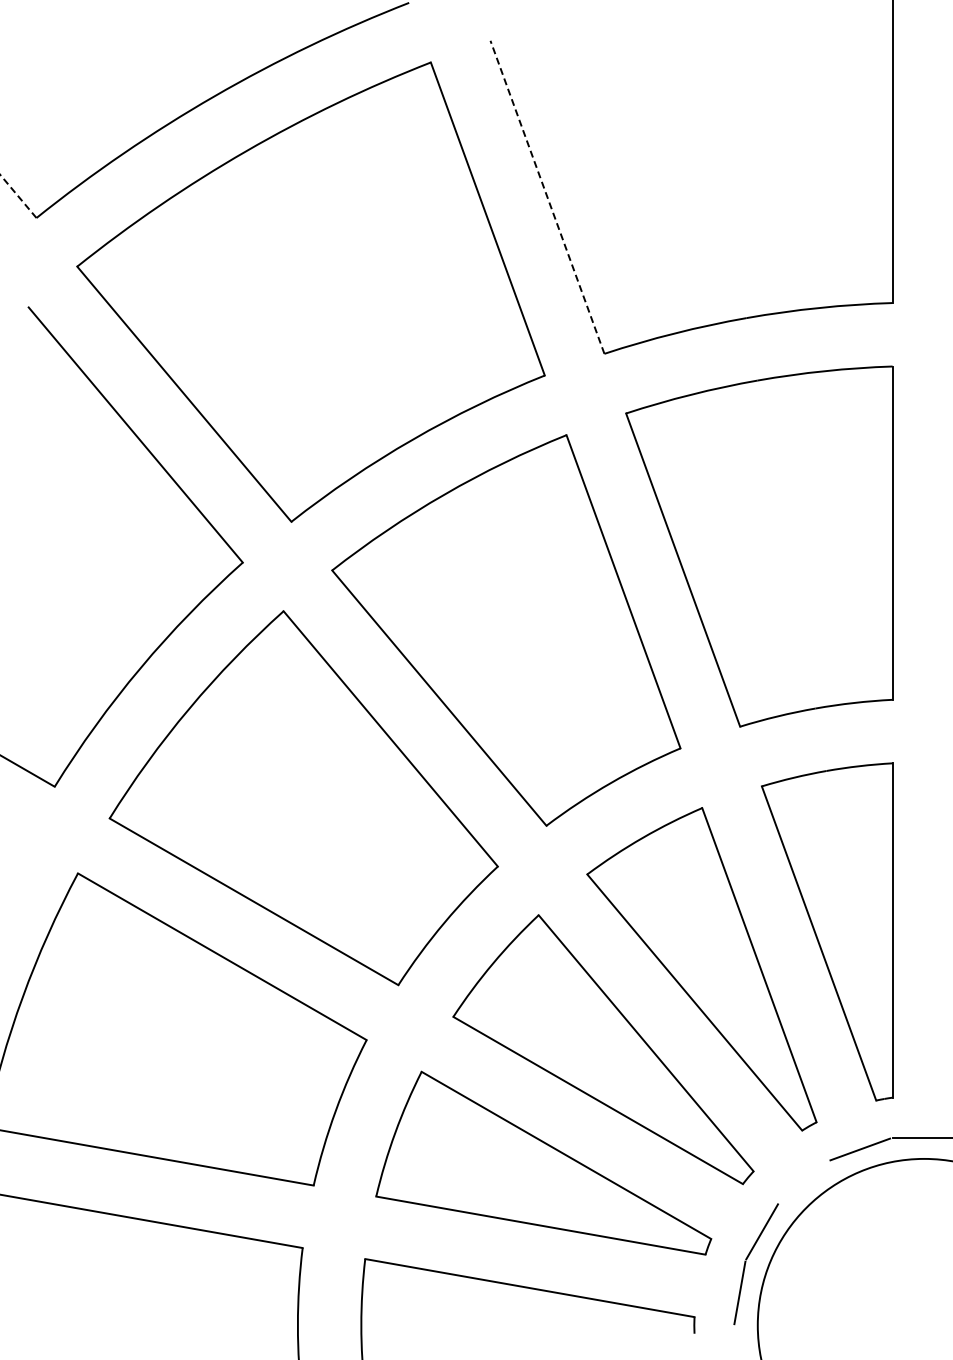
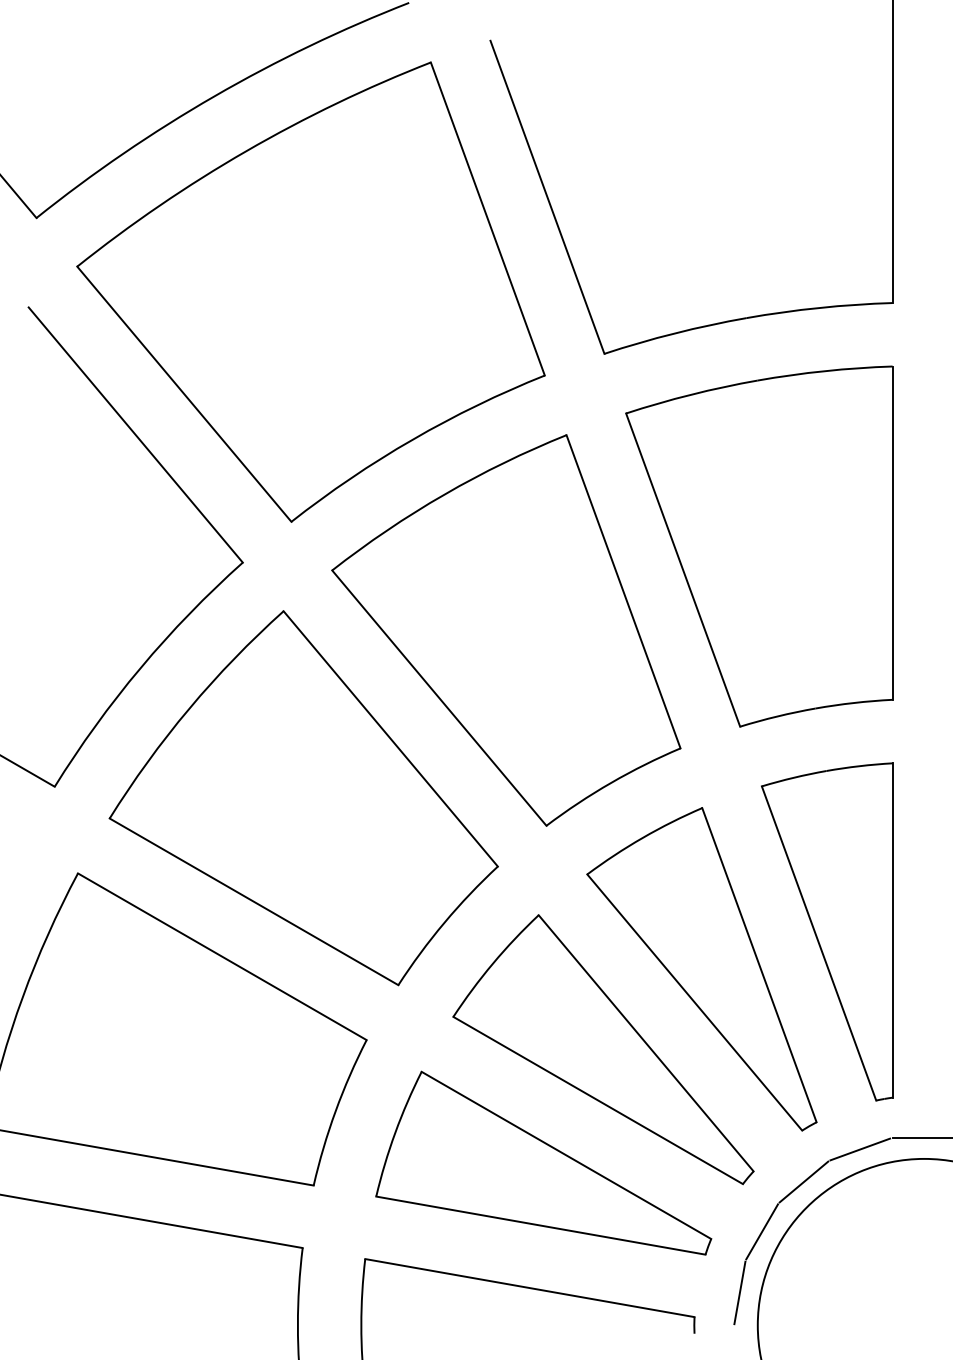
line at (18, 196): dashed -> solid
line at (547, 197): dashed -> solid
line at (803, 1181): none -> present
